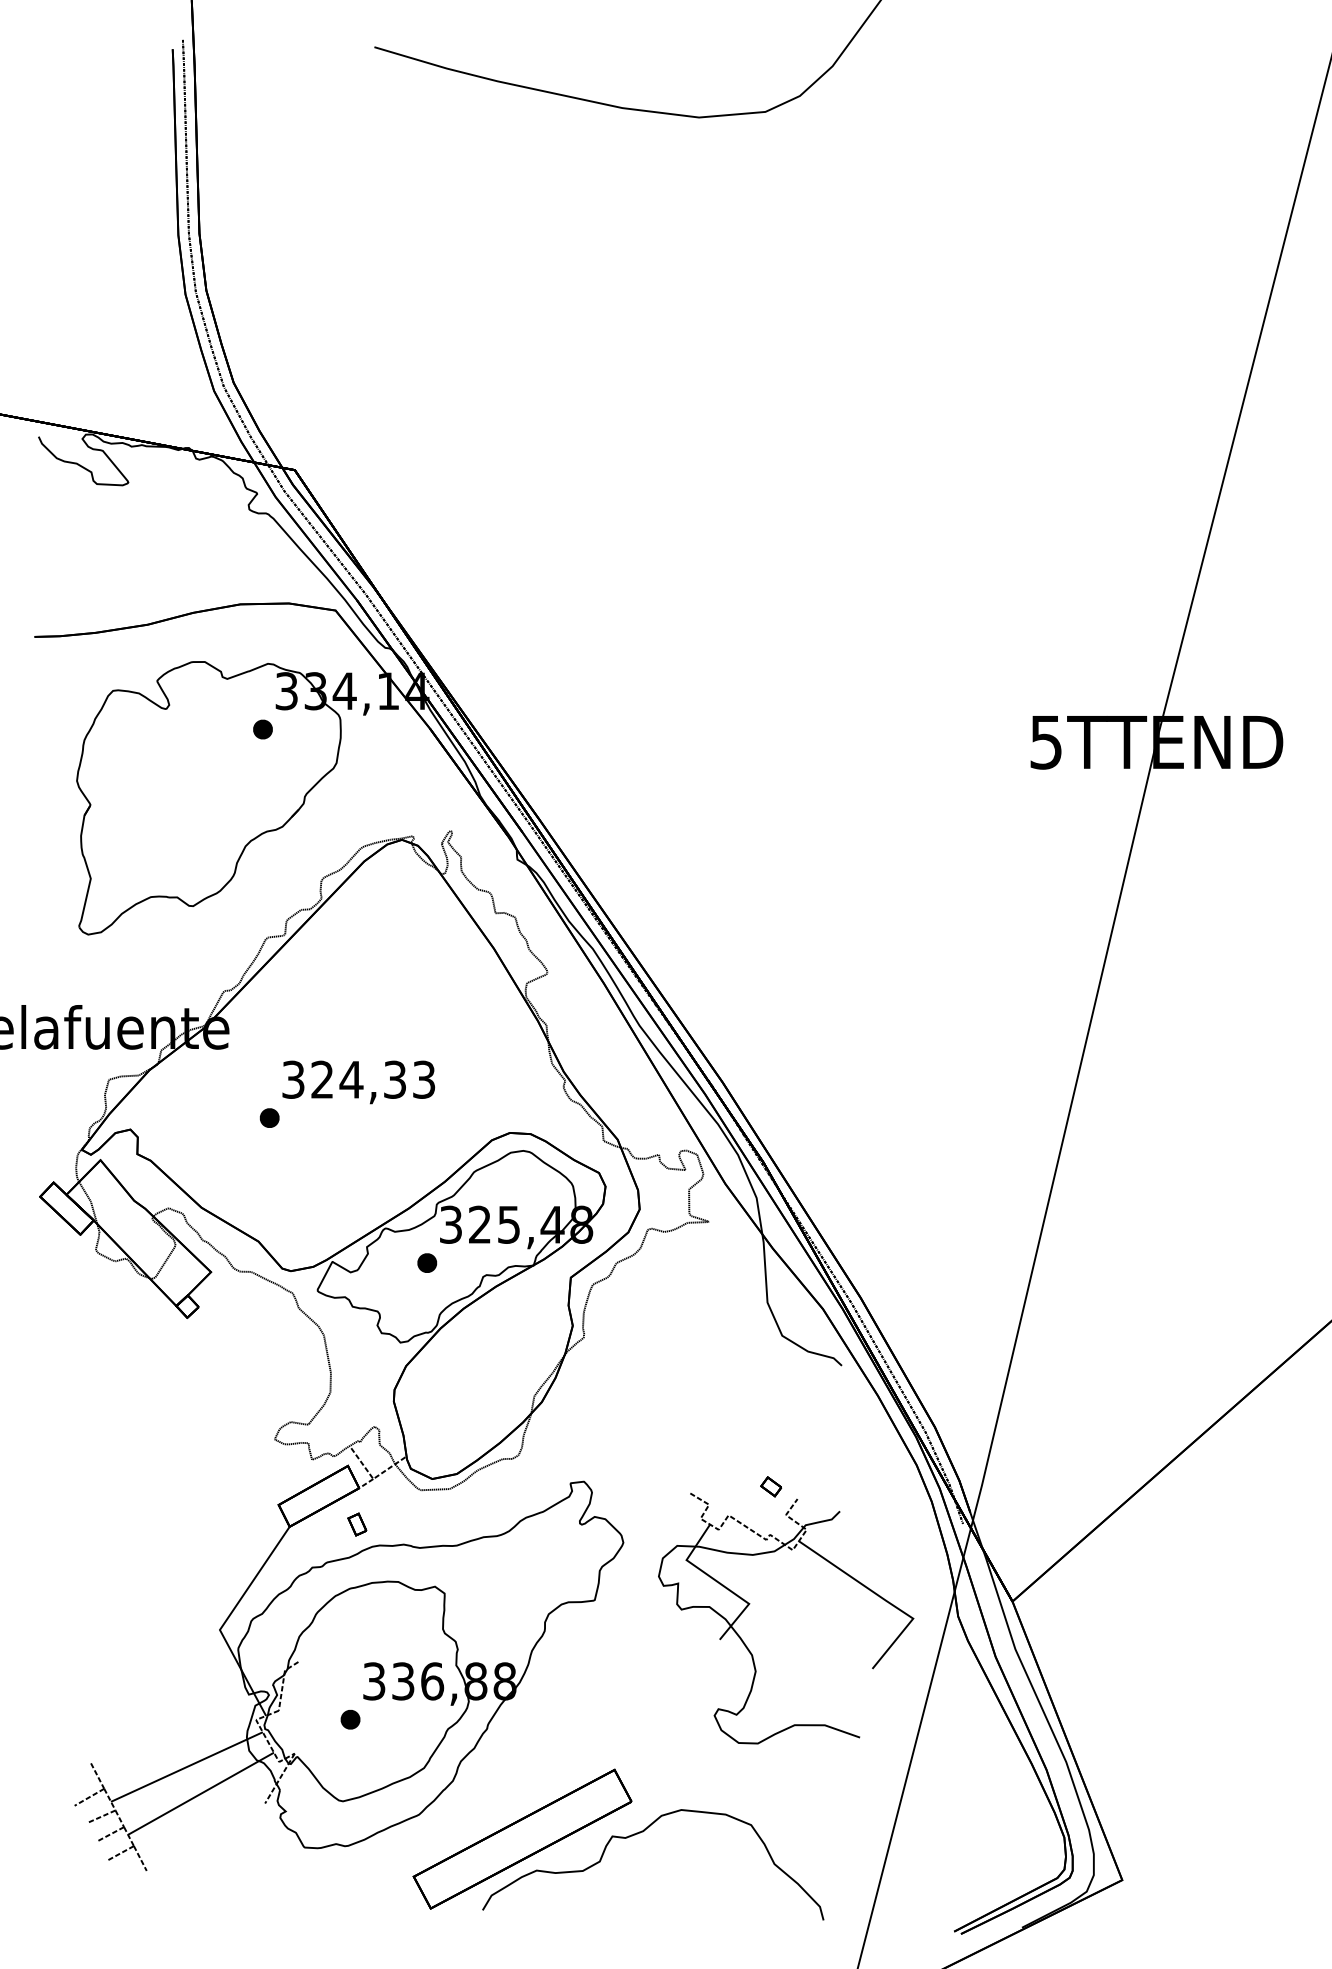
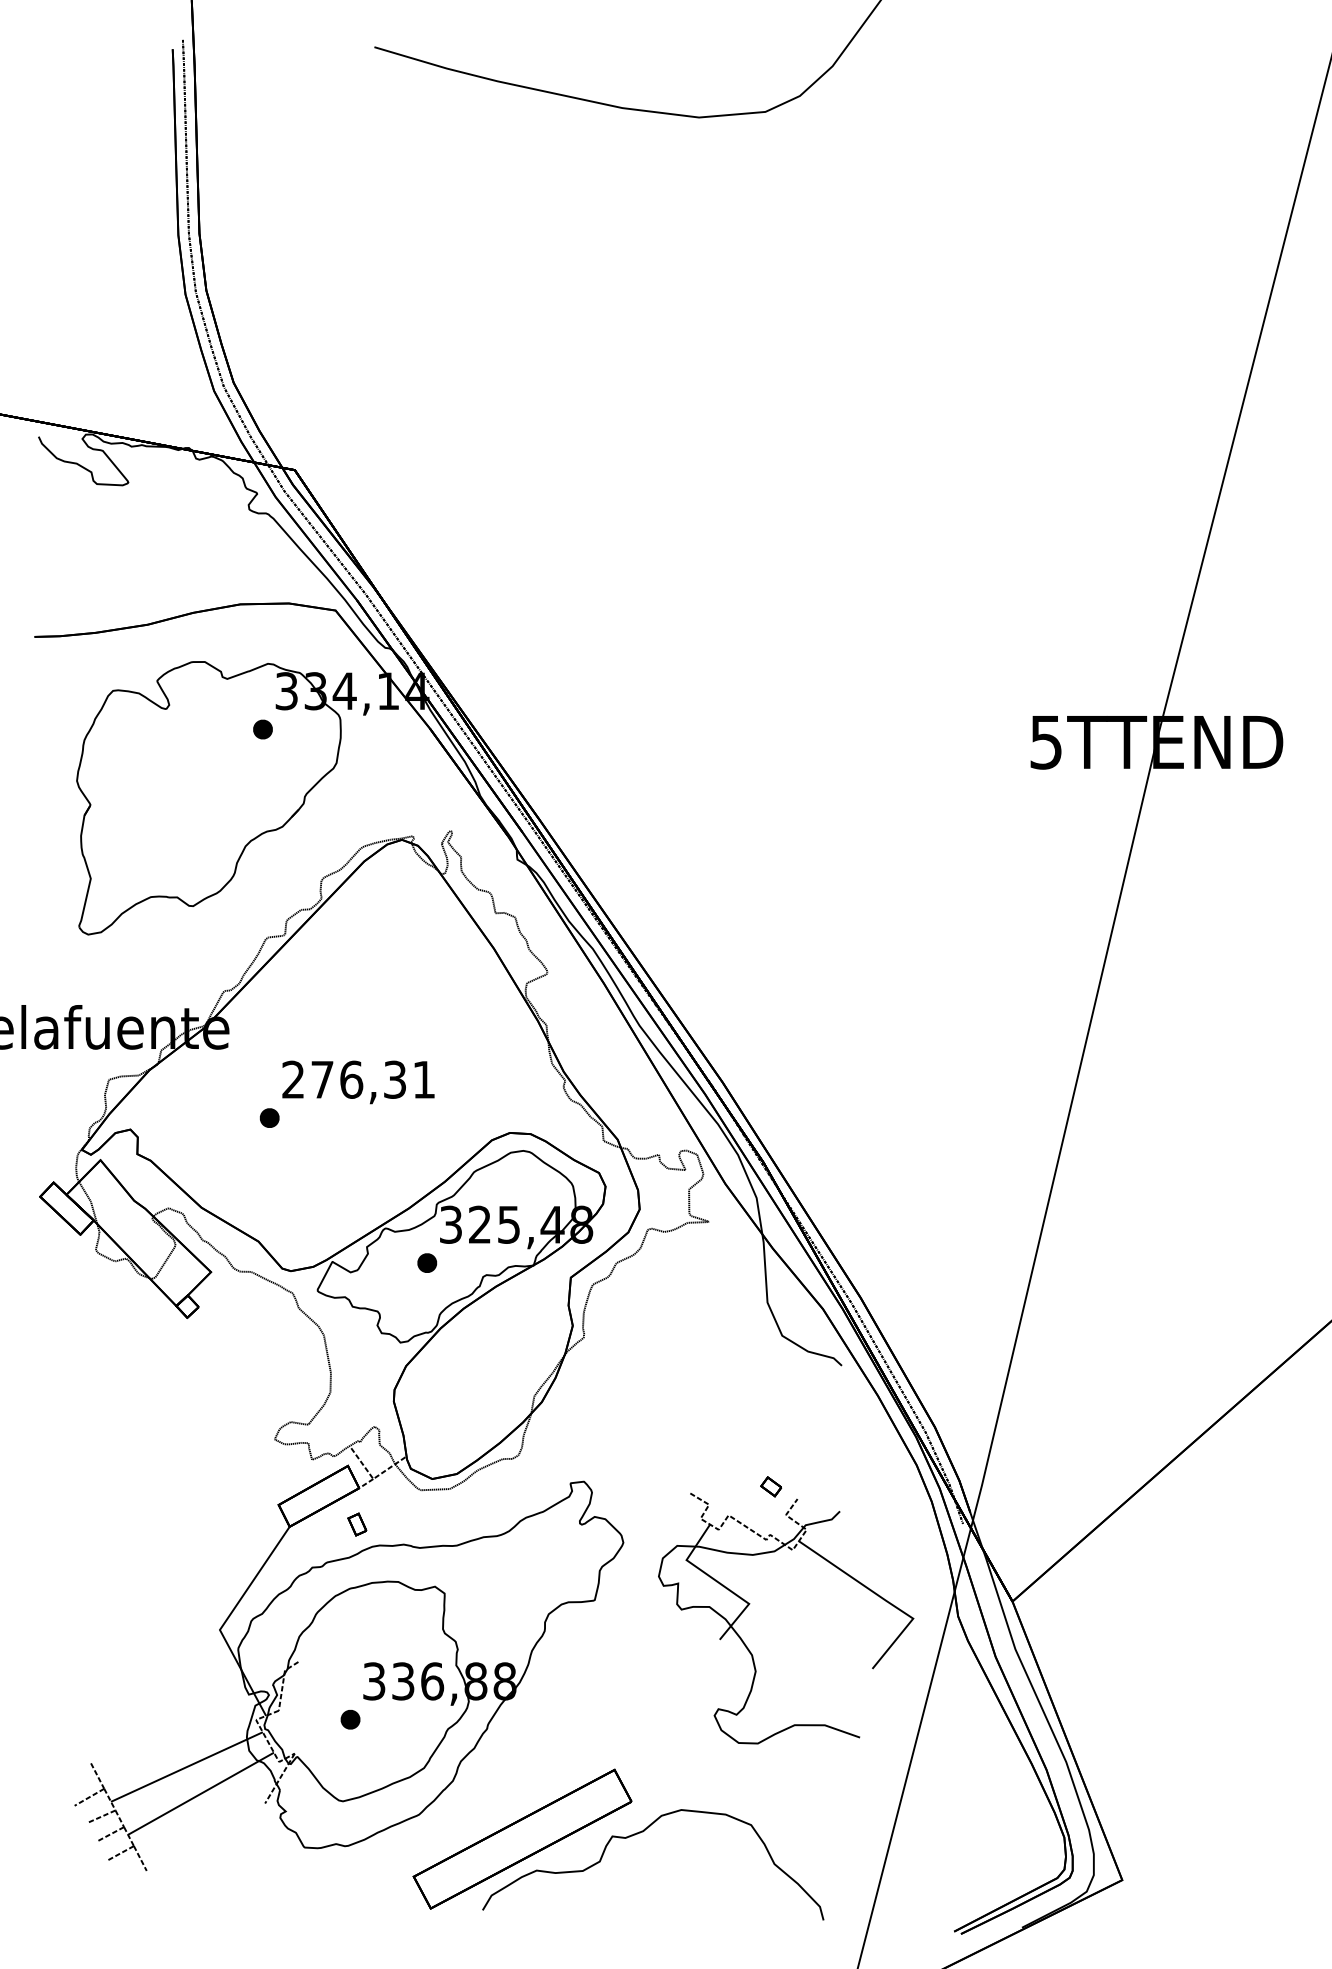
text at (358, 1079): 324,33 -> 276,31
